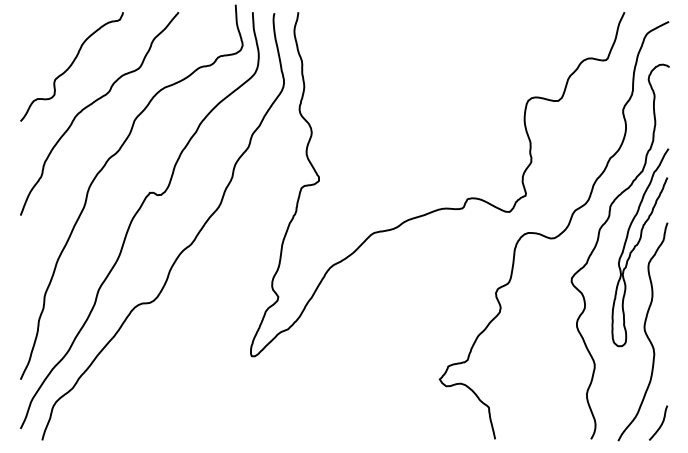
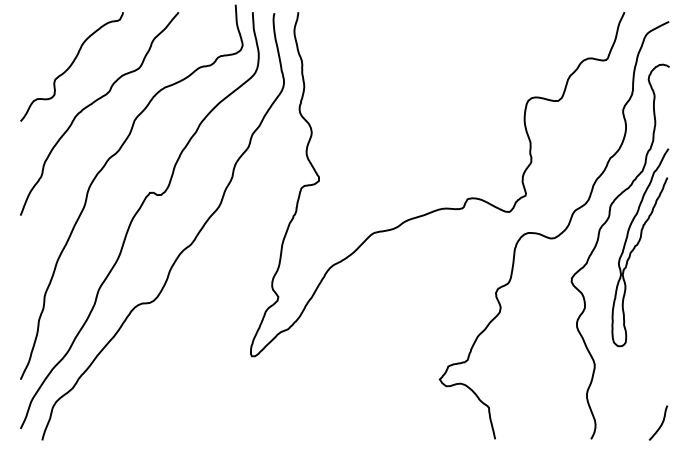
curve at (644, 331): present -> none
